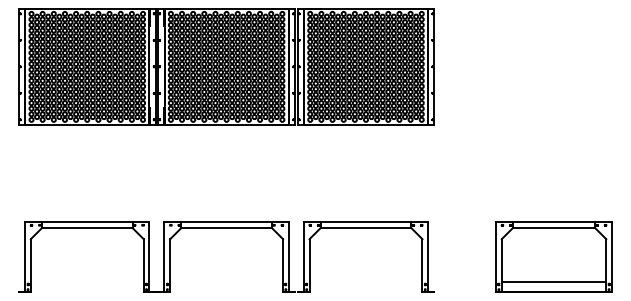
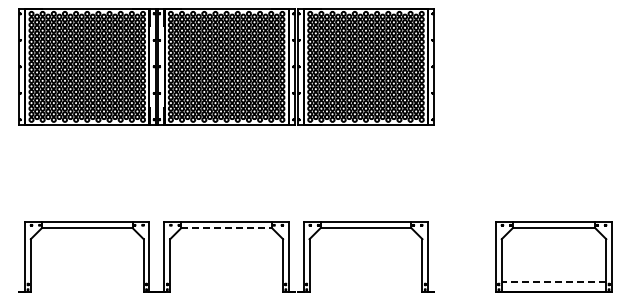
line at (227, 228): solid -> dashed
line at (553, 282): solid -> dashed
